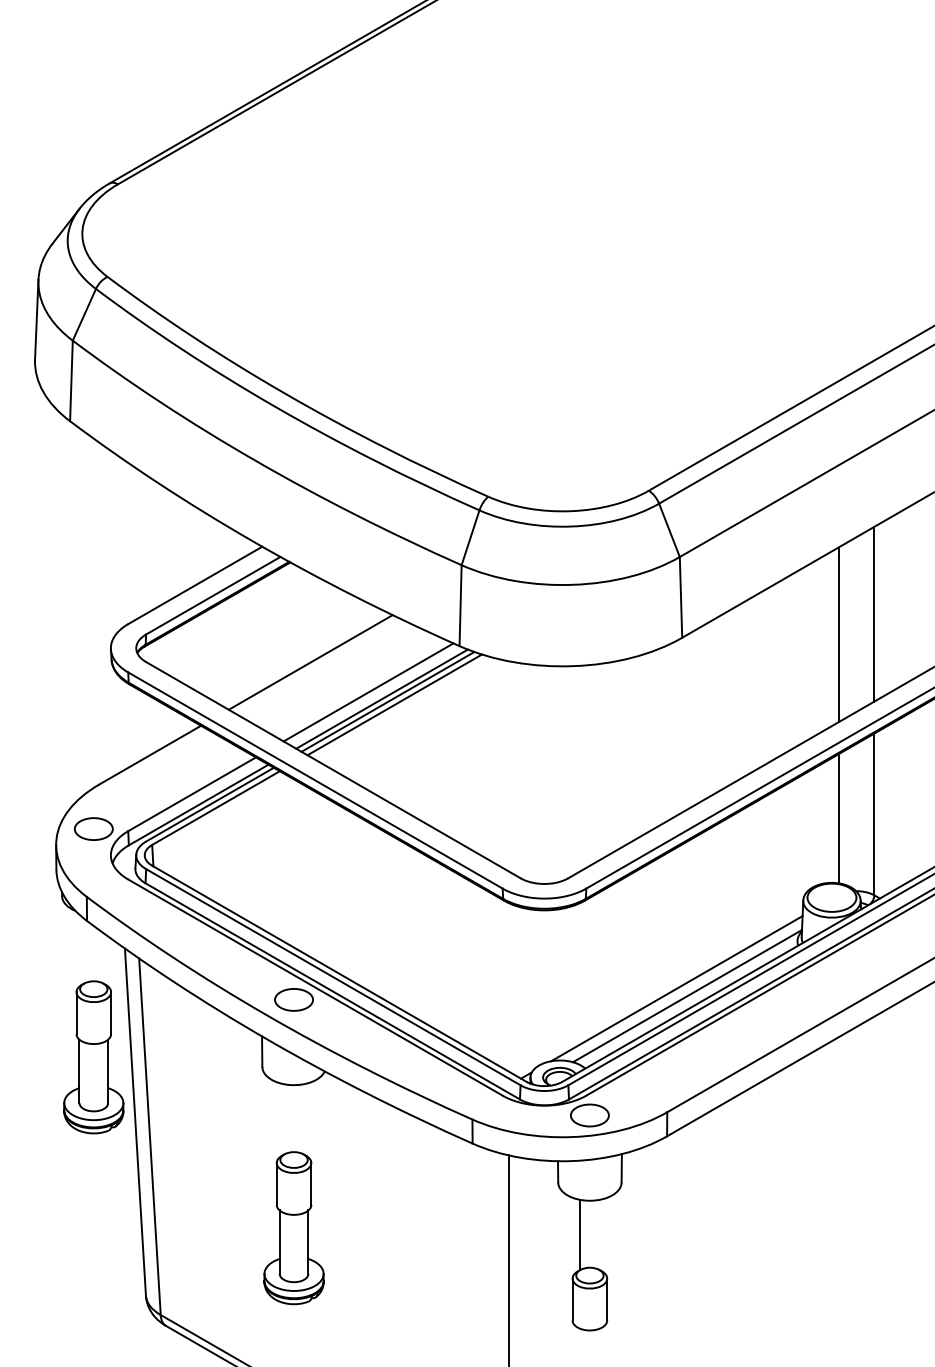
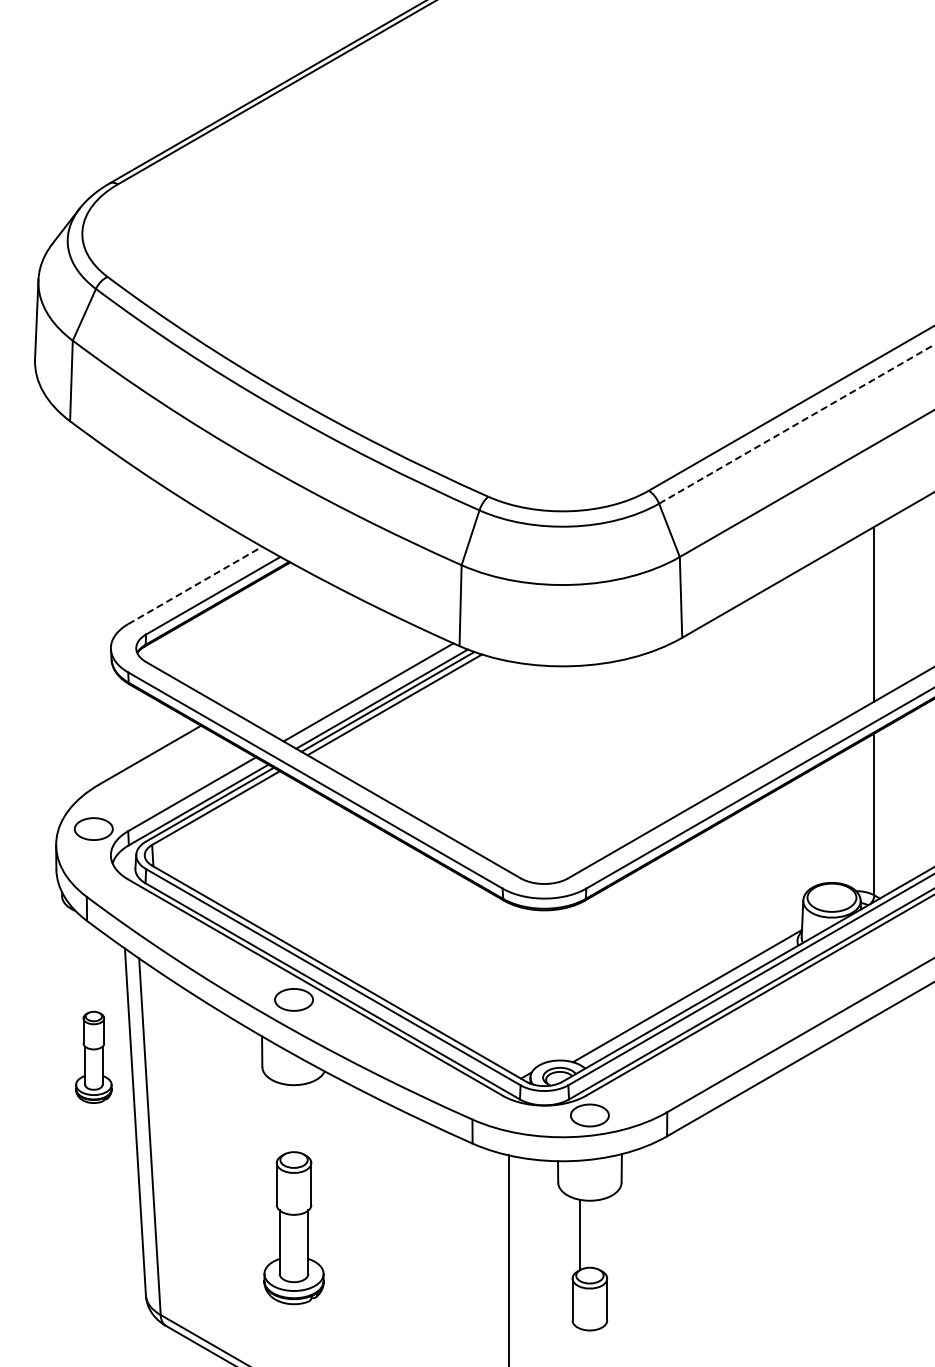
line at (796, 424): solid -> dashed
line at (195, 585): solid -> dashed
line at (838, 634): present -> none
line at (310, 662): present -> none
line at (838, 818): present -> none
line at (676, 988): present -> none
part at (93, 1057) size: 62x155 px -> 38x94 px
